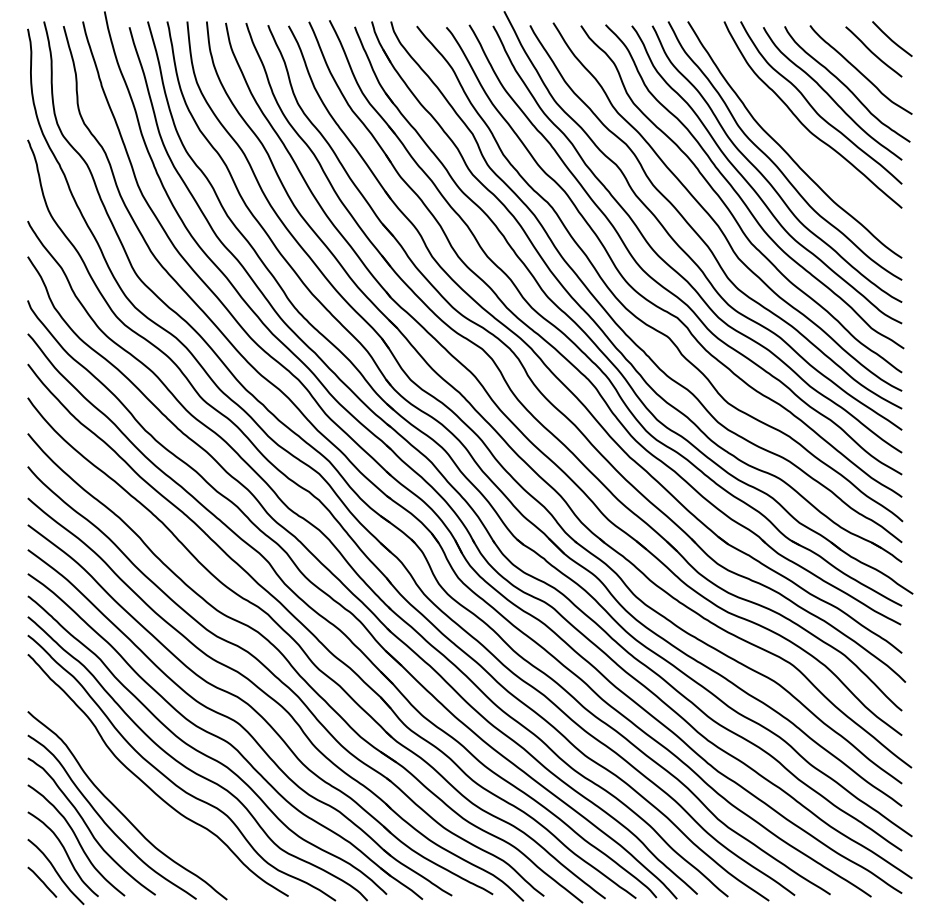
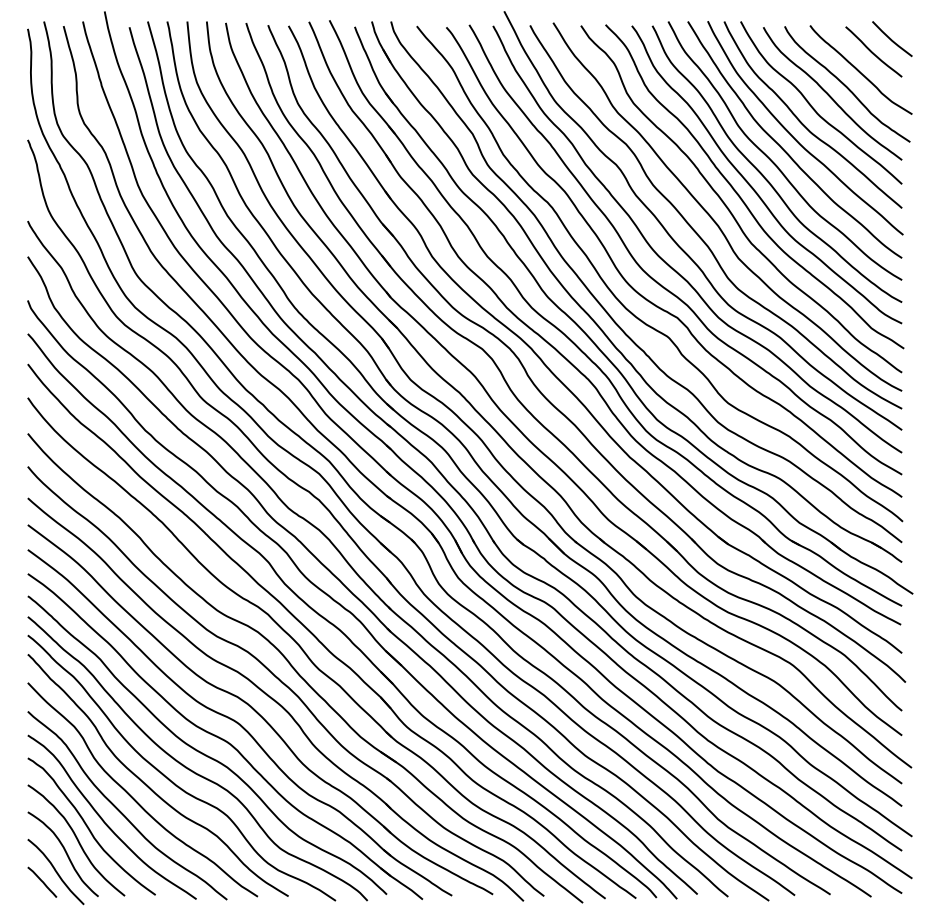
curve at (795, 138): none -> present
curve at (133, 797): none -> present
